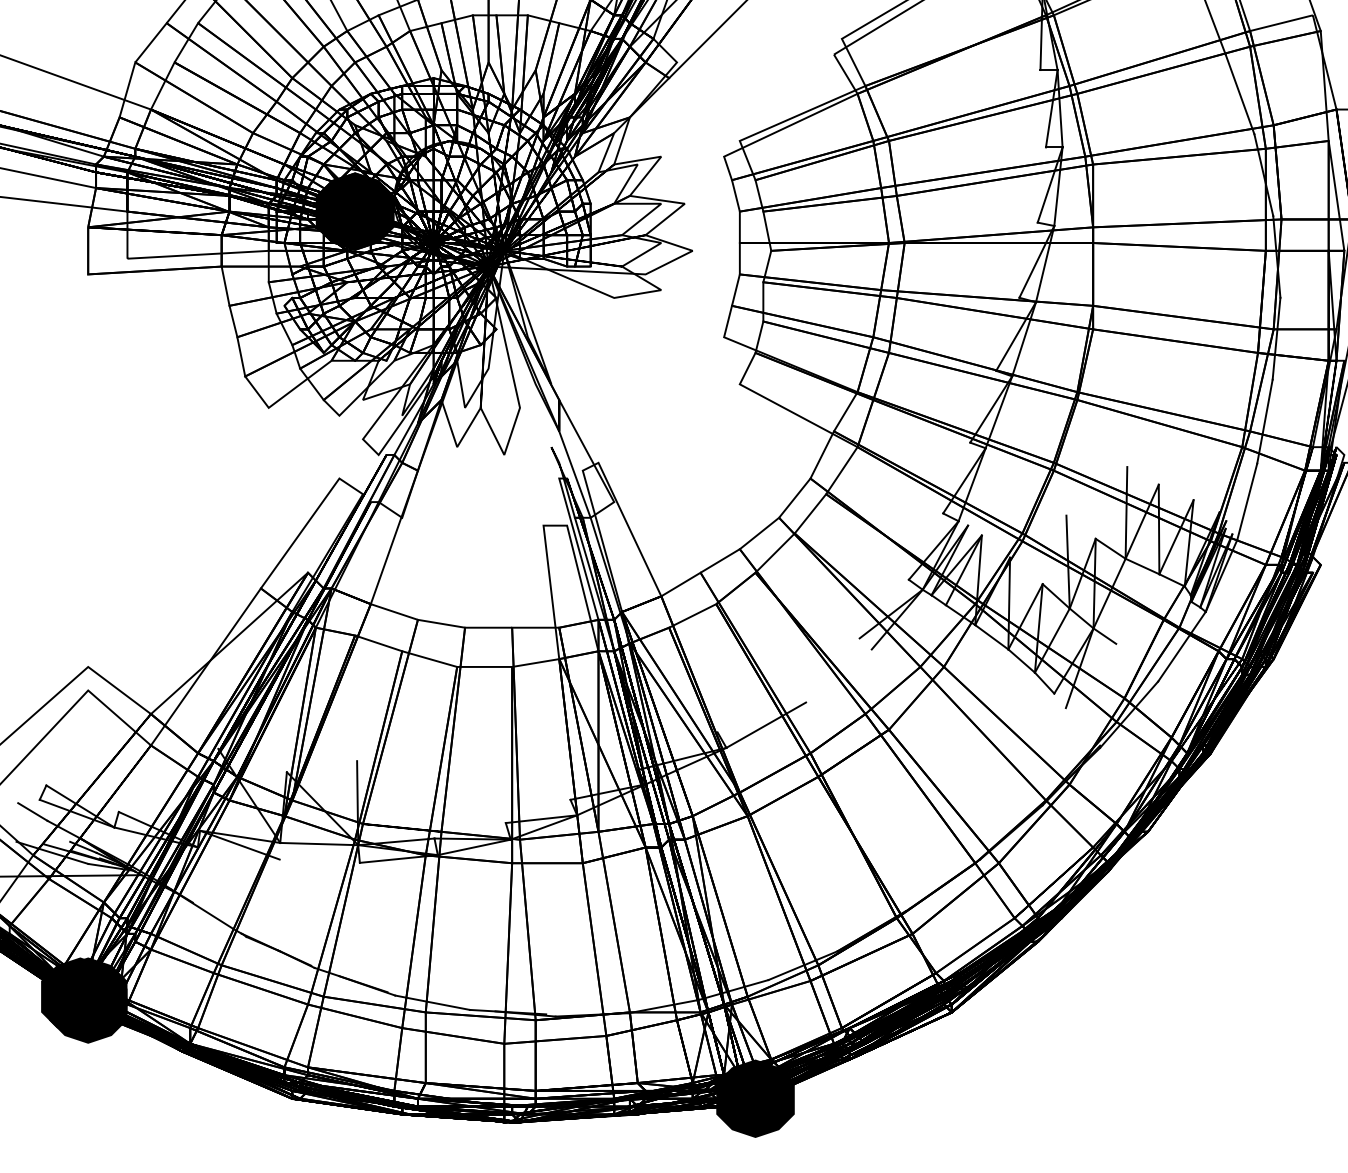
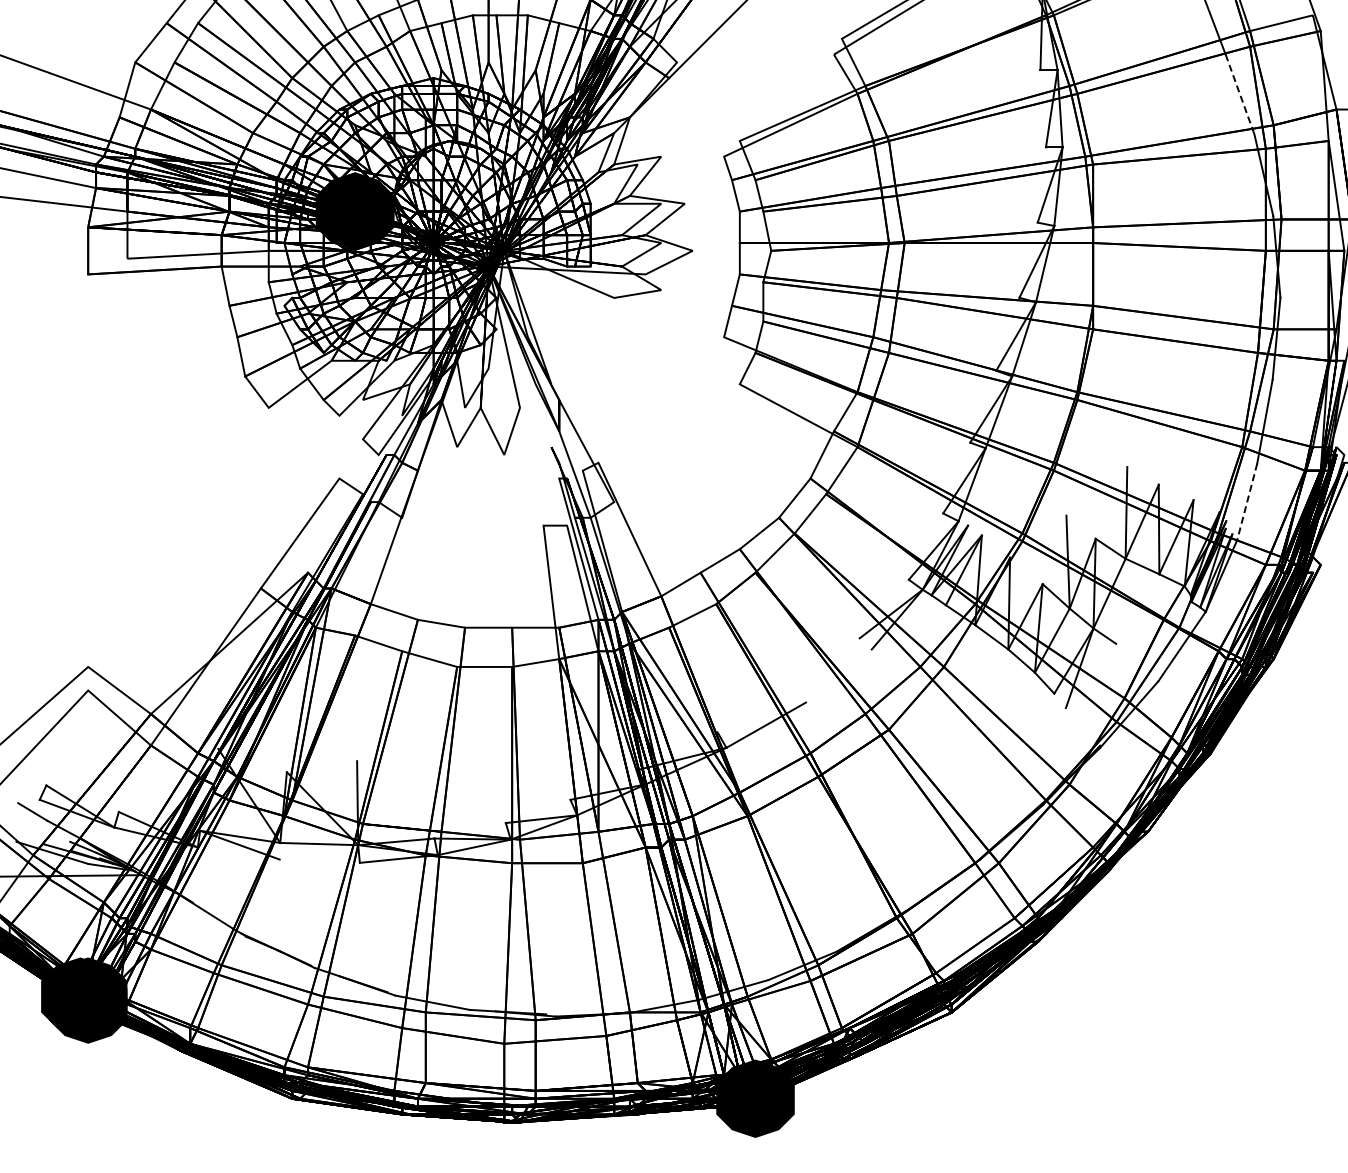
line at (1240, 94): solid -> dashed
line at (1247, 502): solid -> dashed
